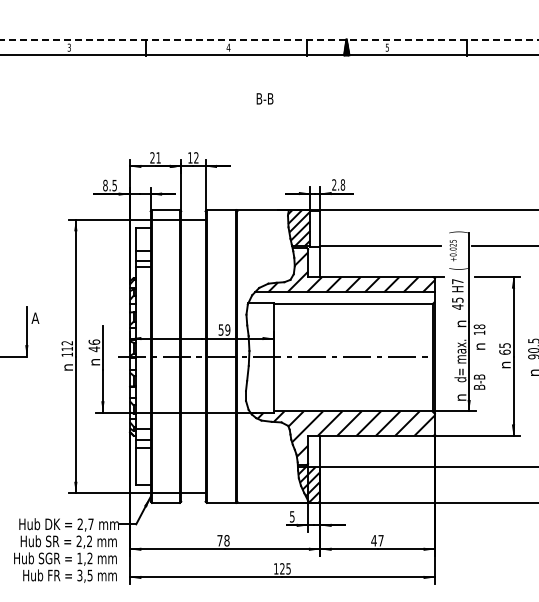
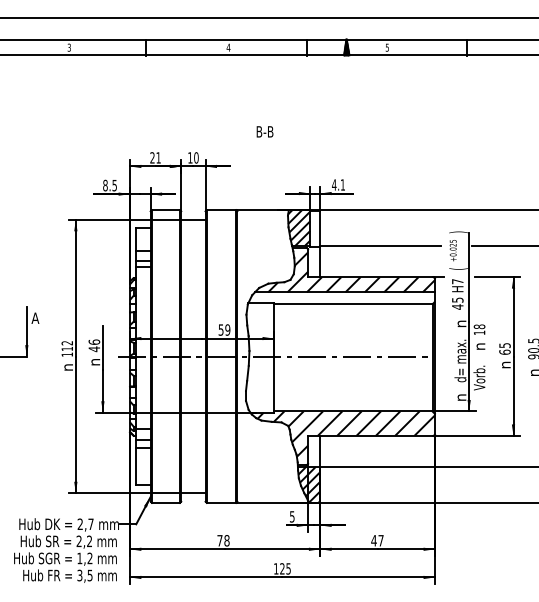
line at (268, 18): none -> present
line at (269, 39): dashed -> solid
text at (264, 98) position: (264, 98) -> (264, 131)
text at (196, 157): 12 -> 10
text at (338, 184): 2.8 -> 4.1
text at (479, 377): B-B -> Vorb.
